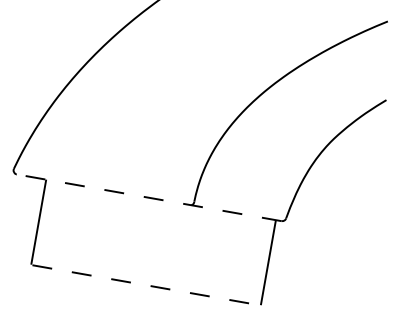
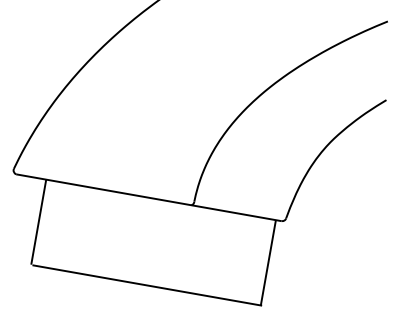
line at (148, 197): dashed -> solid
line at (147, 285): dashed -> solid
